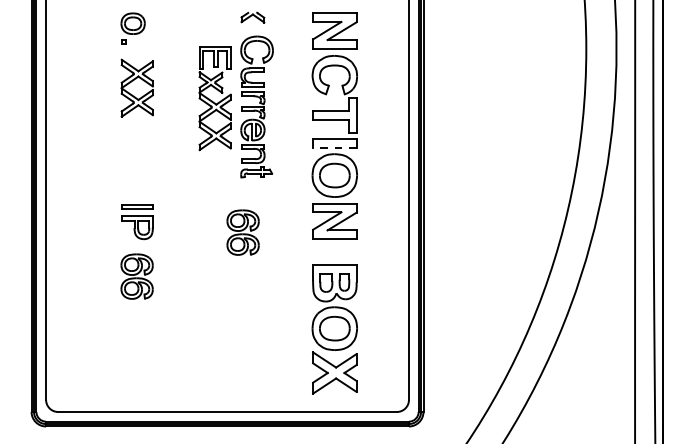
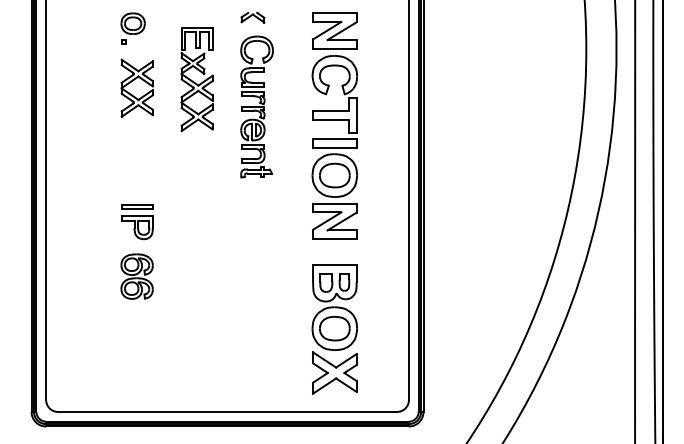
part at (214, 98) position: (214, 98) -> (196, 79)
line at (334, 147): dashed -> solid
part at (242, 232): present -> none
